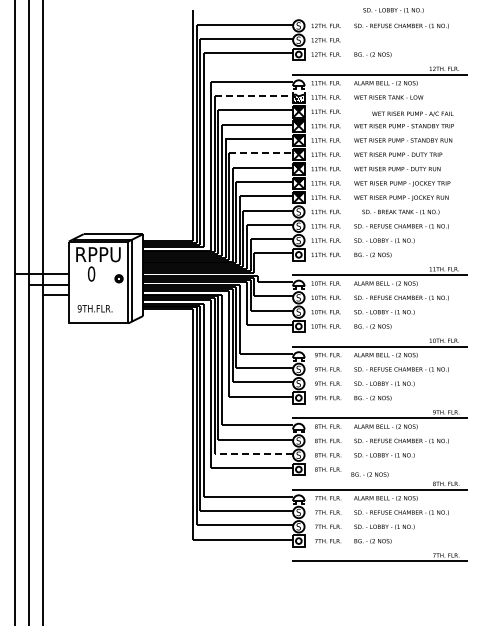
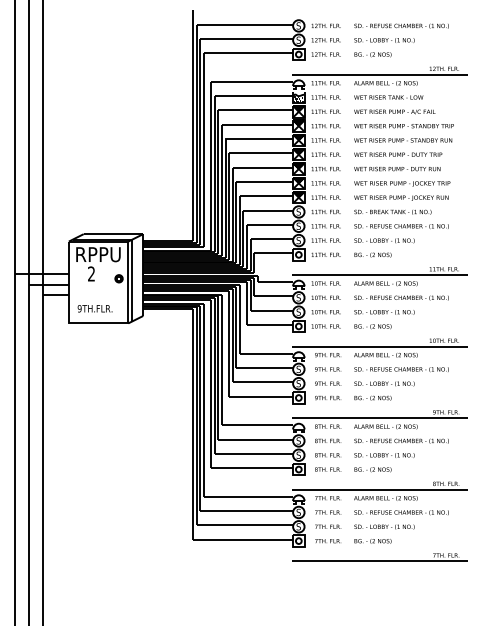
text at (393, 10) position: (393, 10) -> (384, 40)
line at (254, 96): dashed -> solid
text at (412, 113) position: (412, 113) -> (394, 111)
line at (261, 153): dashed -> solid
text at (400, 211) position: (400, 211) -> (392, 211)
text at (91, 273): 0 -> 2
line at (253, 453): dashed -> solid
text at (369, 474) position: (369, 474) -> (372, 469)
